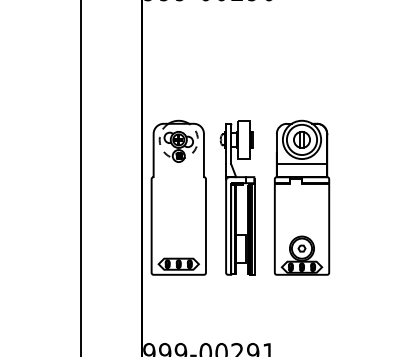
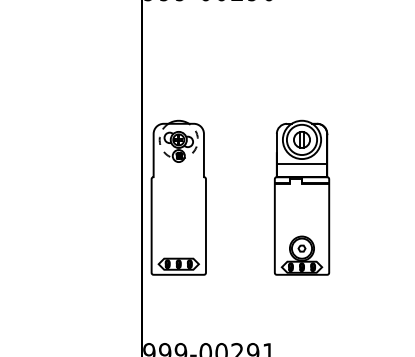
line at (81, 177): present -> none
part at (237, 197): present -> none
